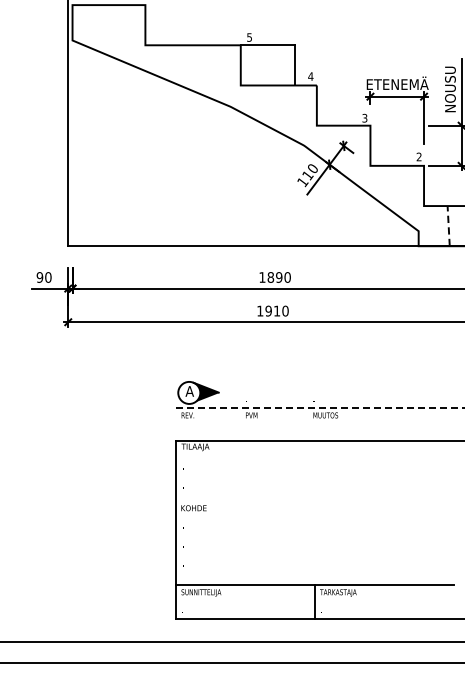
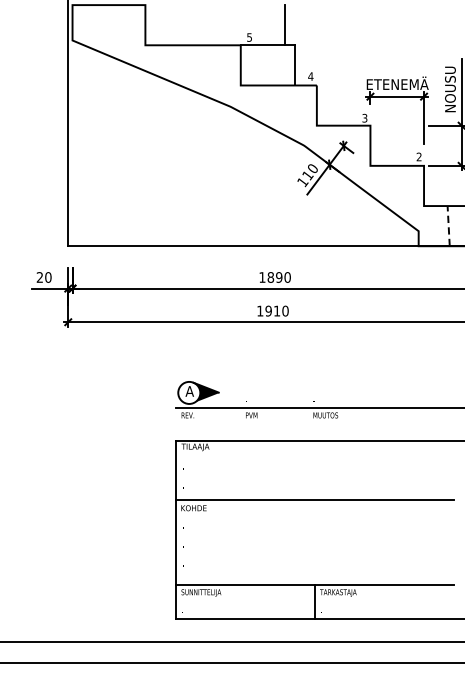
line at (284, 25): none -> present
text at (39, 277): 90 -> 20
line at (320, 407): dashed -> solid
line at (314, 500): none -> present
